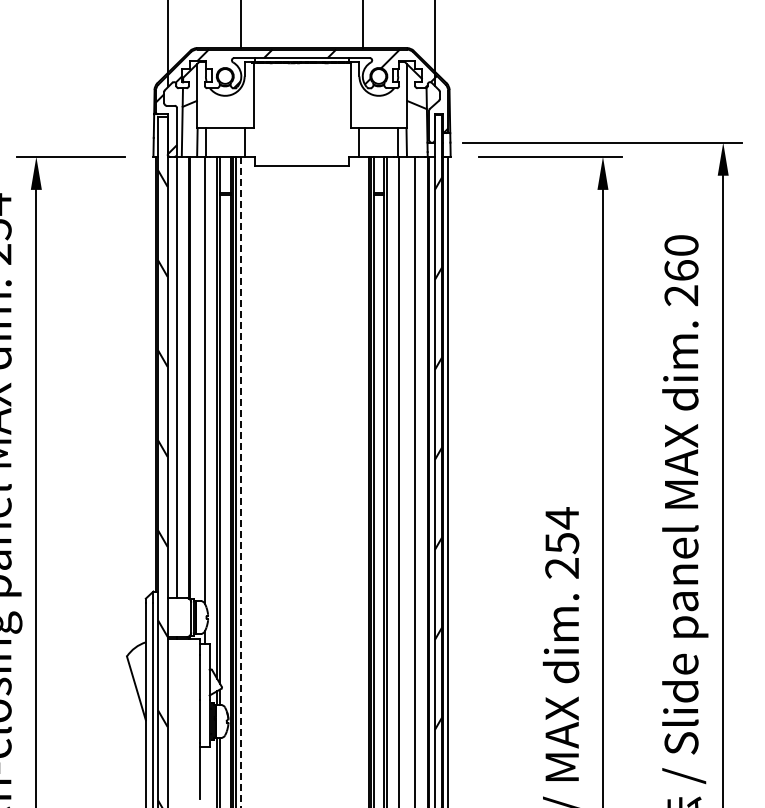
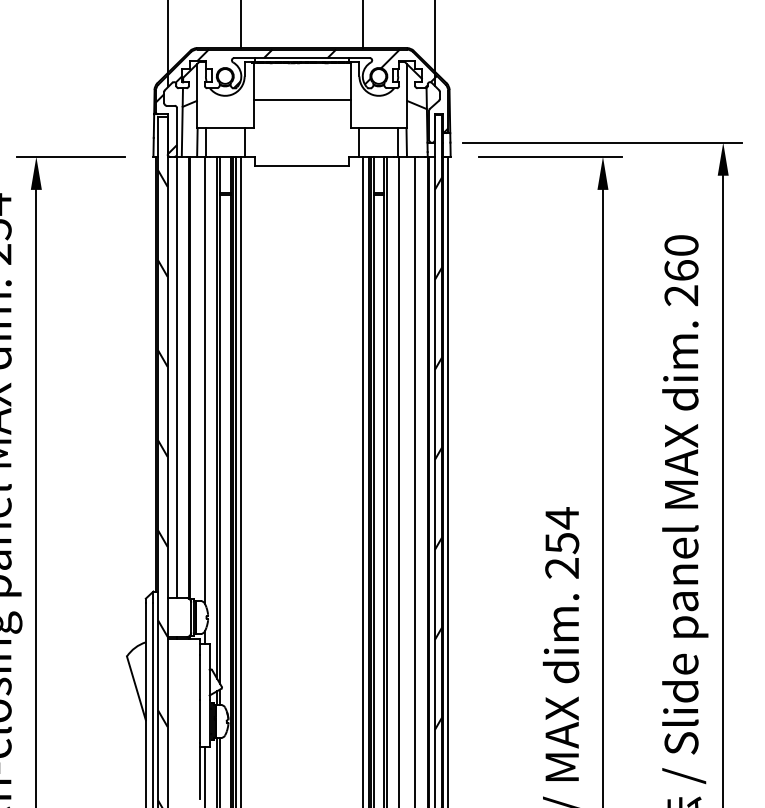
line at (301, 100): none -> present
line at (362, 480): none -> present
line at (241, 482): dashed -> solid
line at (204, 775): none -> present
